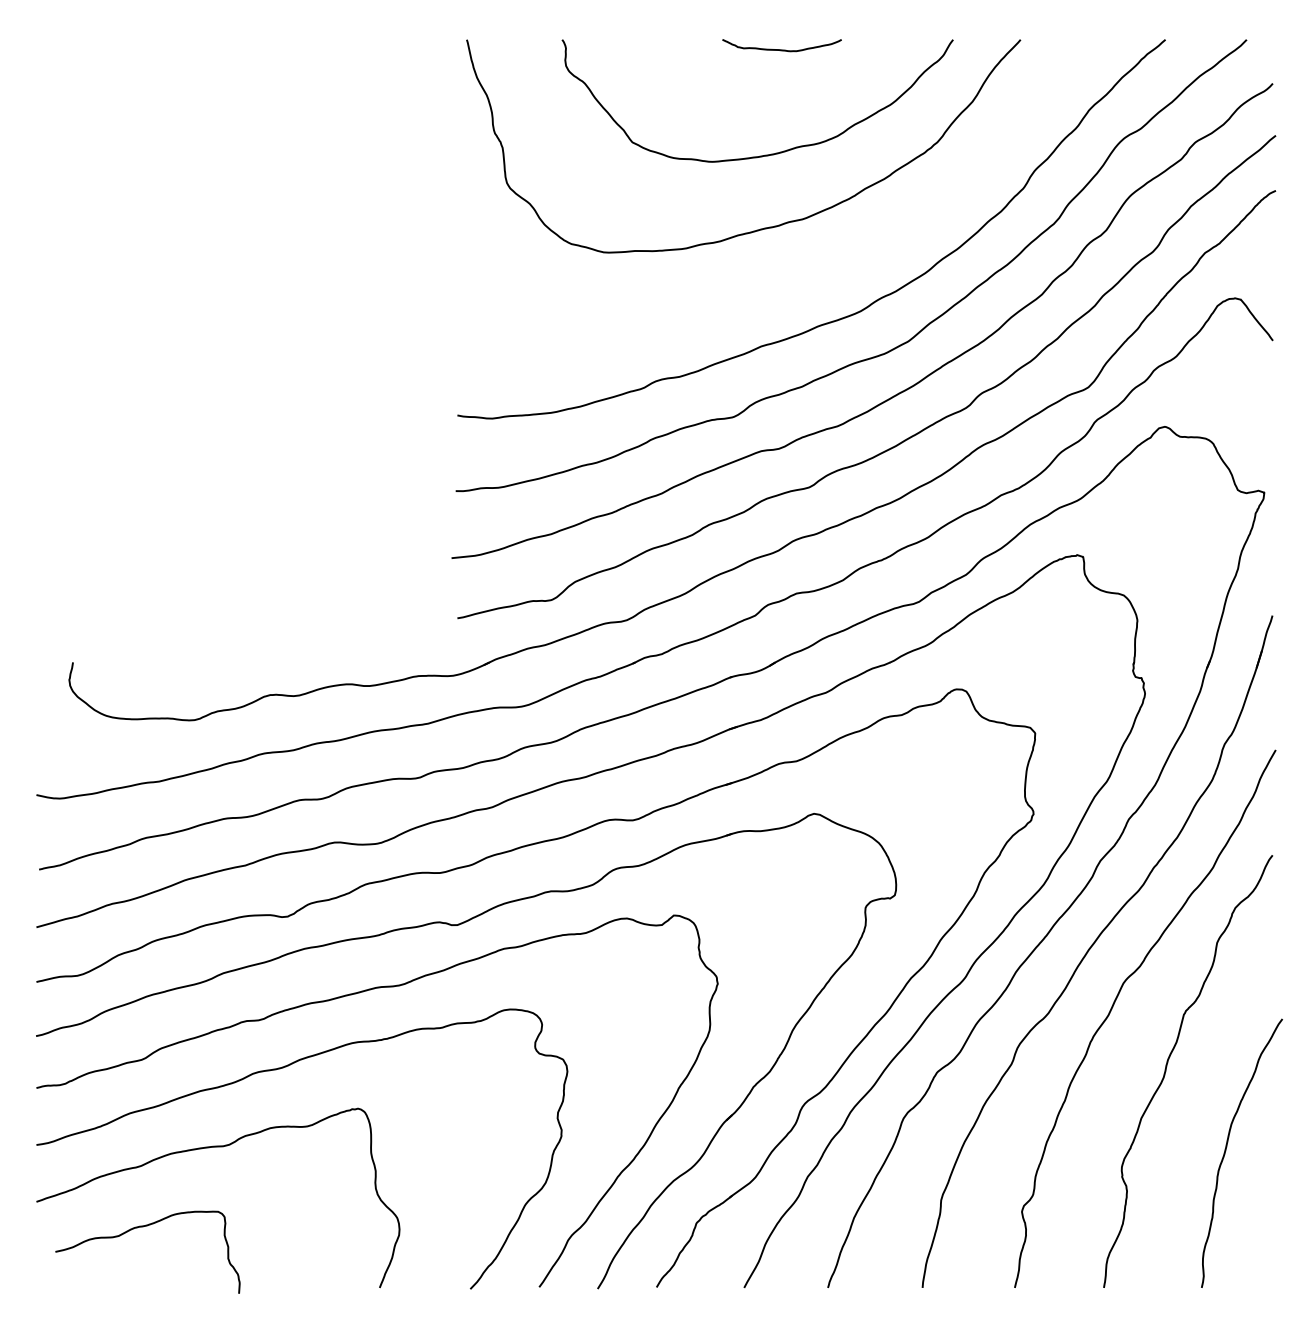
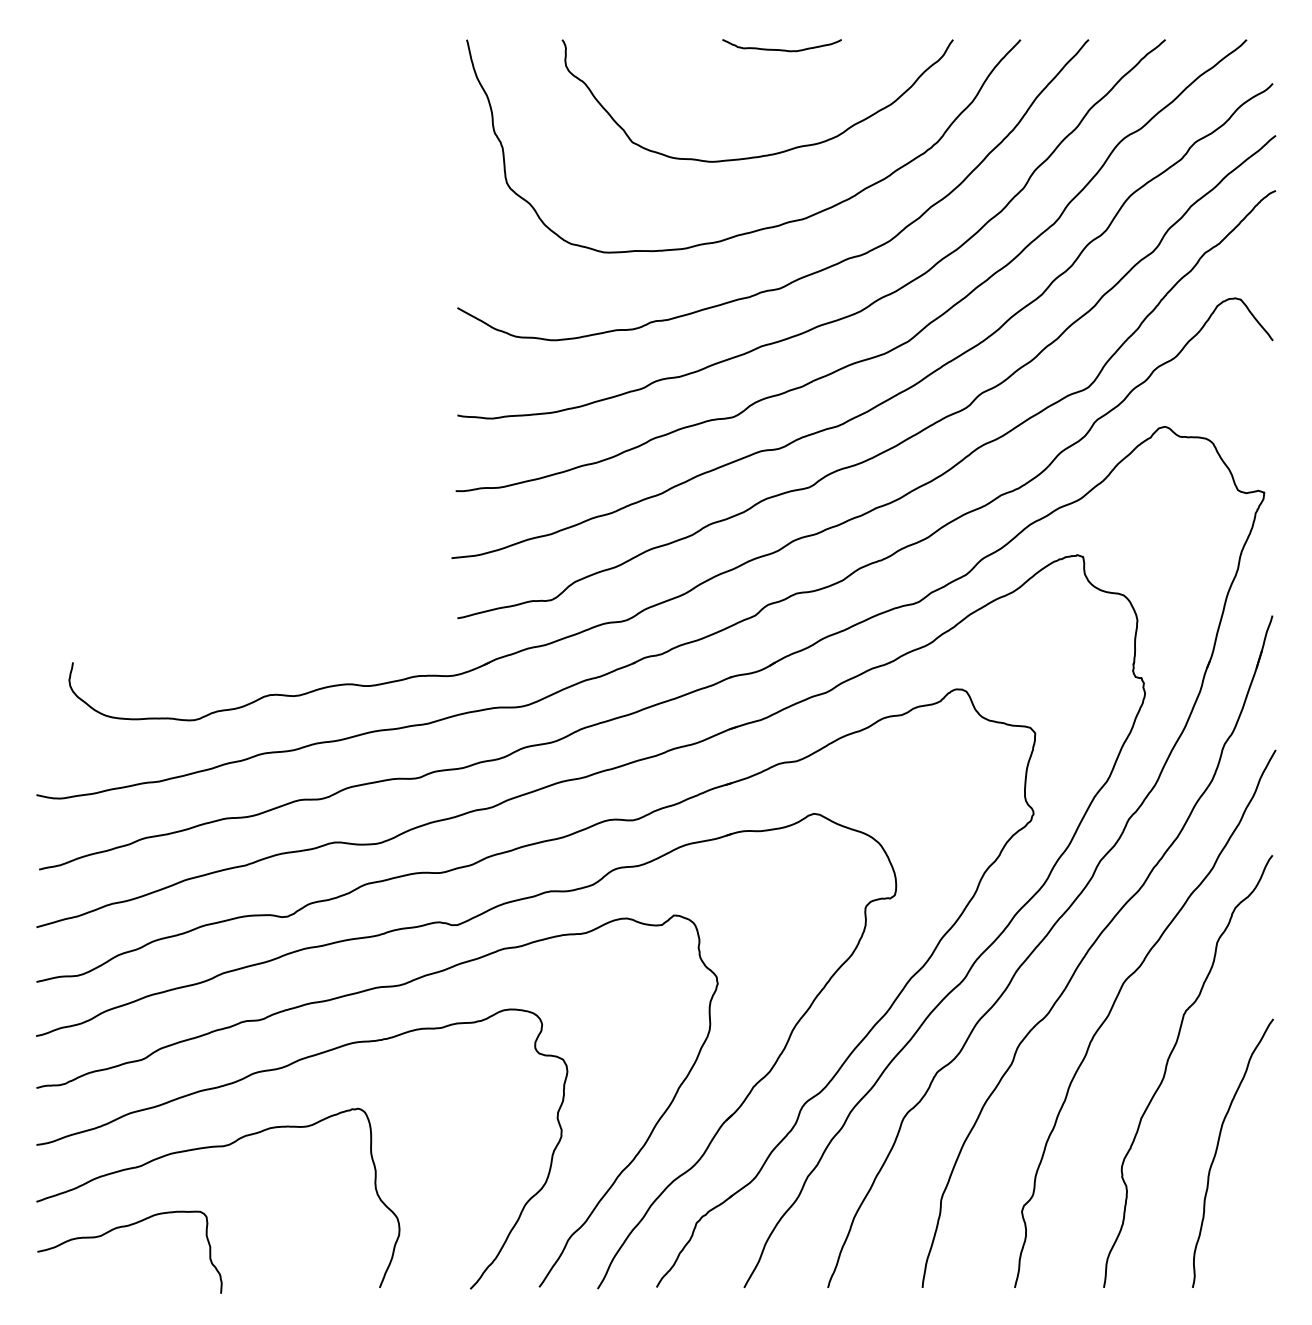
curve at (804, 275): none -> present
curve at (1227, 1147) position: (1227, 1147) -> (1218, 1147)
curve at (143, 1227) position: (143, 1227) -> (125, 1227)
